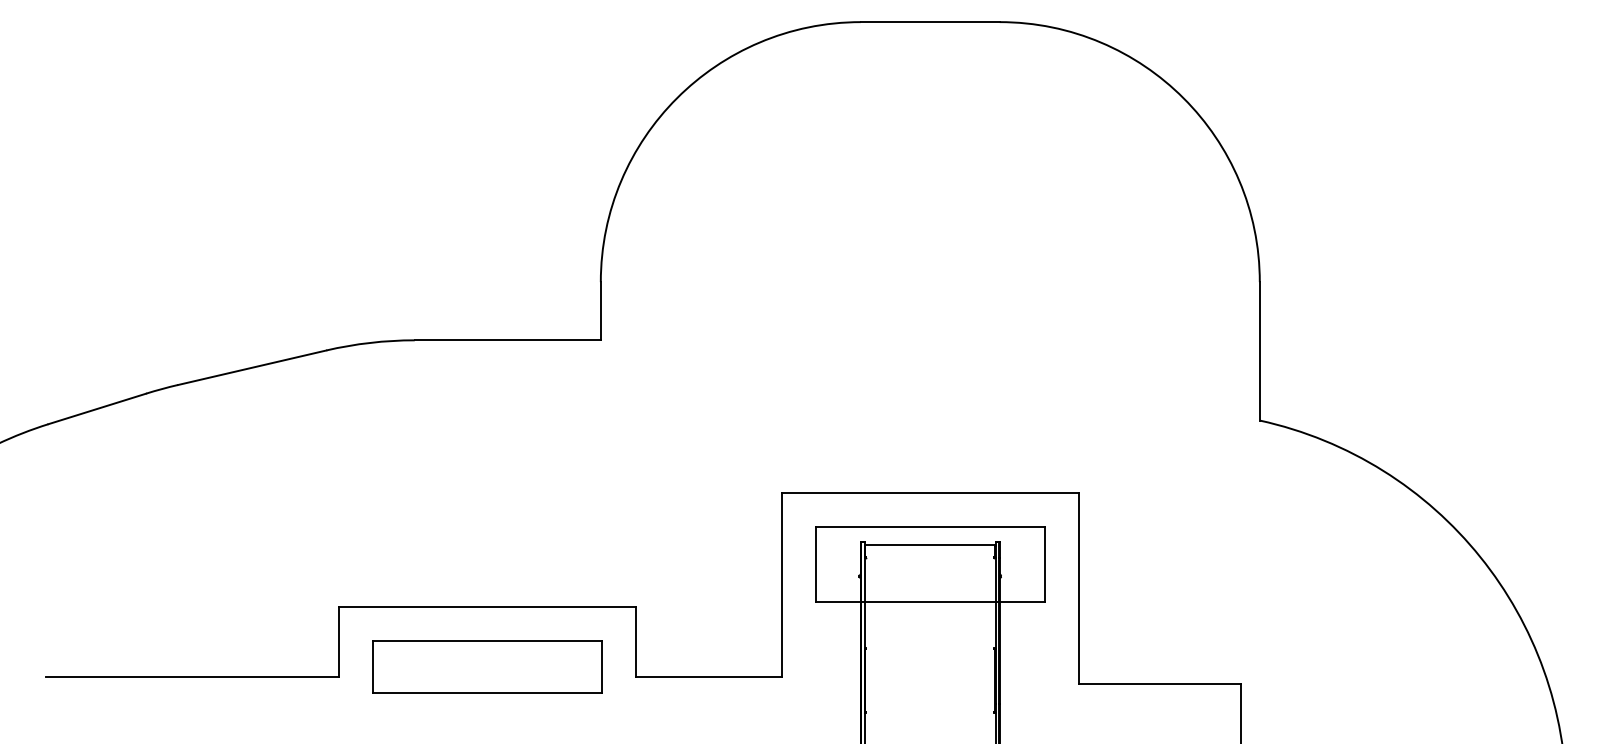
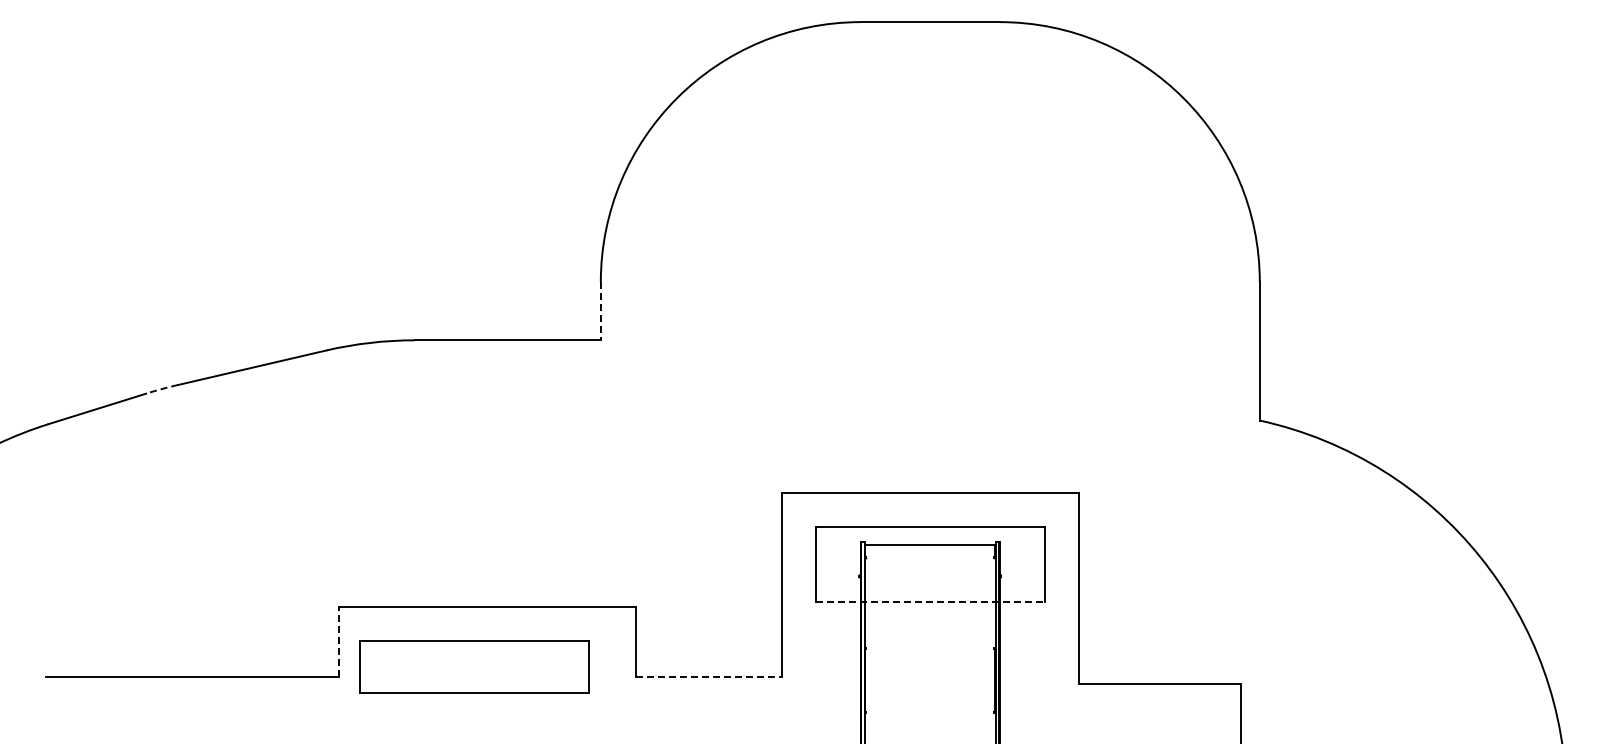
line at (600, 311): solid -> dashed
arc at (161, 389): solid -> dashed
line at (930, 602): solid -> dashed
line at (339, 641): solid -> dashed
part at (487, 666) position: (487, 666) -> (474, 666)
line at (709, 677): solid -> dashed
